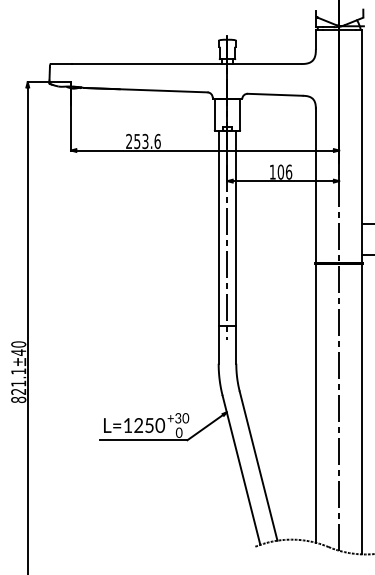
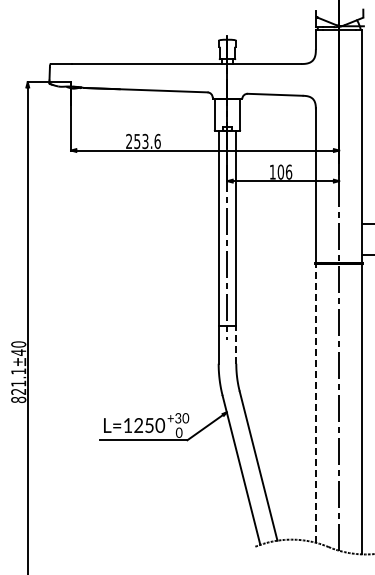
line at (236, 344): solid -> dashed
line at (315, 403): solid -> dashed
